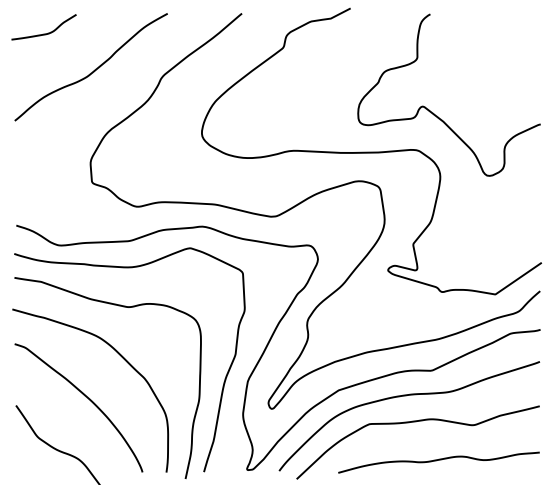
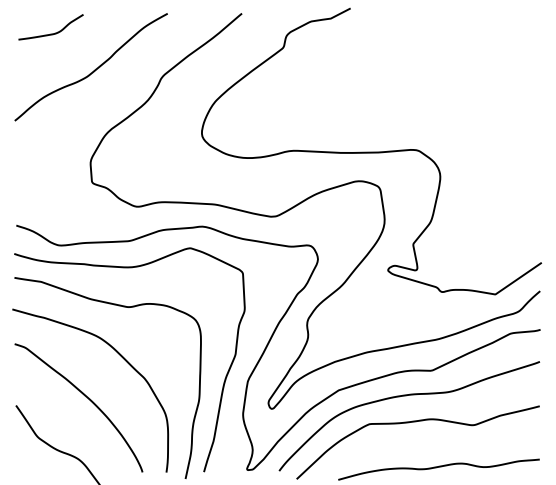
curve at (43, 33) position: (43, 33) -> (50, 33)
curve at (433, 112): present -> none
curve at (438, 460) position: (438, 460) -> (438, 467)
